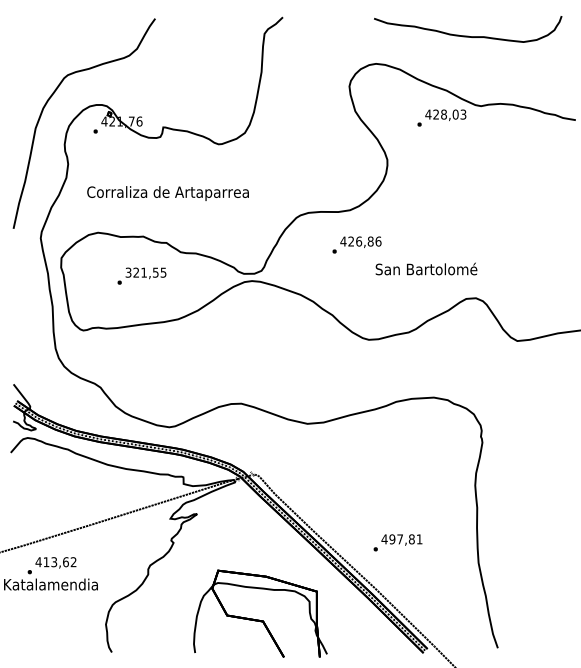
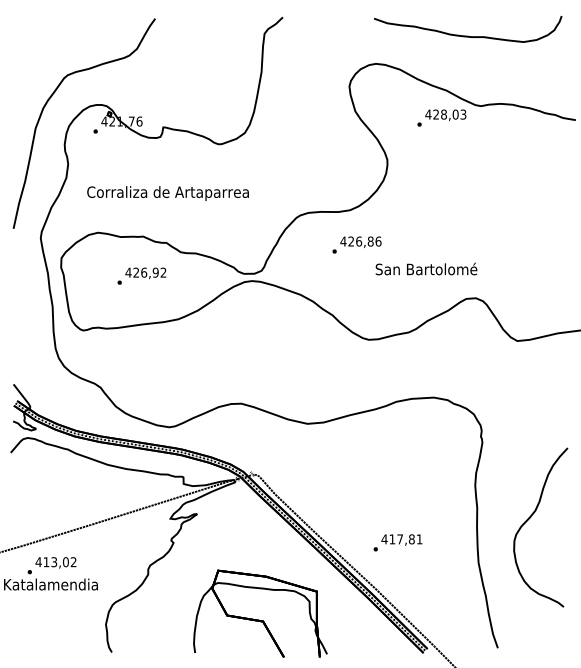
text at (145, 272): 321,55 -> 426,92
curve at (531, 517): none -> present
text at (392, 539): 497,81 -> 417,81
text at (65, 561): 413,62 -> 413,02
